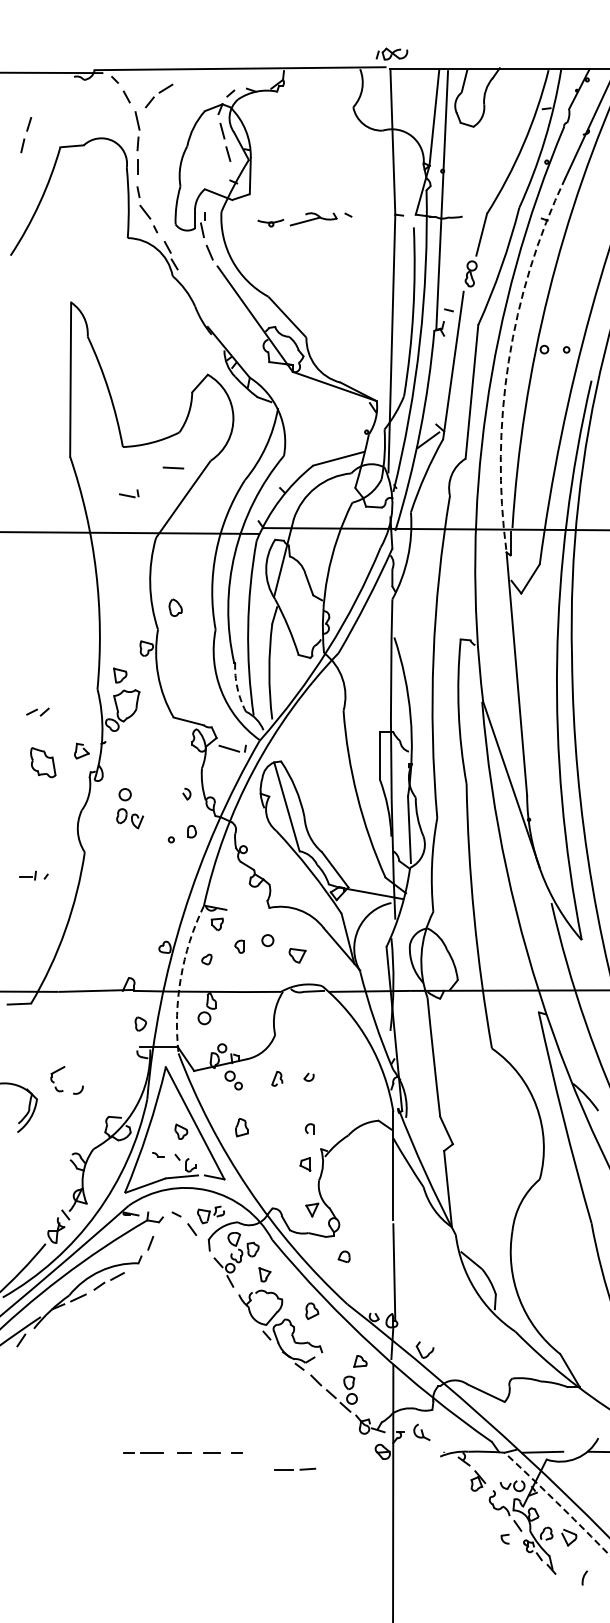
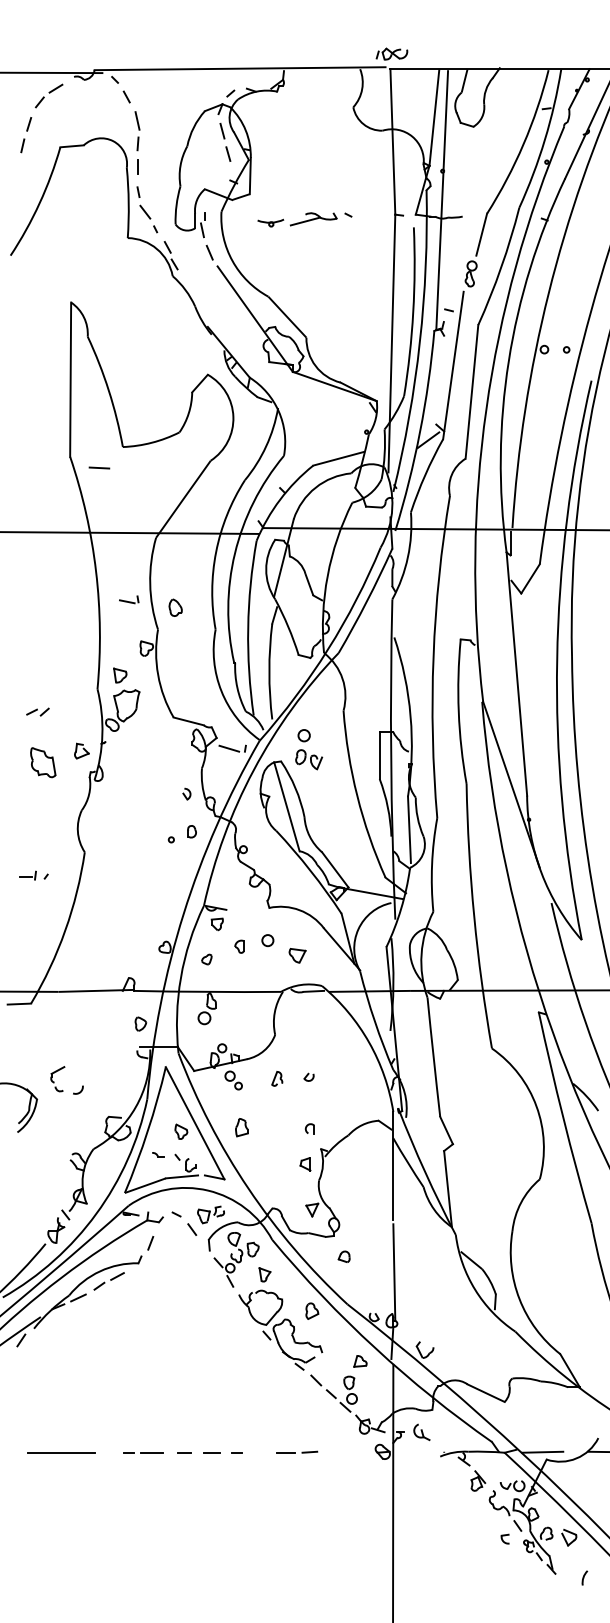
part at (158, 95) position: (158, 95) -> (48, 95)
arc at (508, 361): dashed -> solid
line at (173, 467) position: (173, 467) -> (99, 467)
part at (129, 493) position: (129, 493) -> (129, 599)
arc at (237, 687): dashed -> solid
part at (130, 808) position: (130, 808) -> (309, 749)
arc at (180, 977): dashed -> solid
line at (61, 1452): none -> present
part at (295, 1468) position: (295, 1468) -> (297, 1451)
arc at (558, 1503): dashed -> solid
